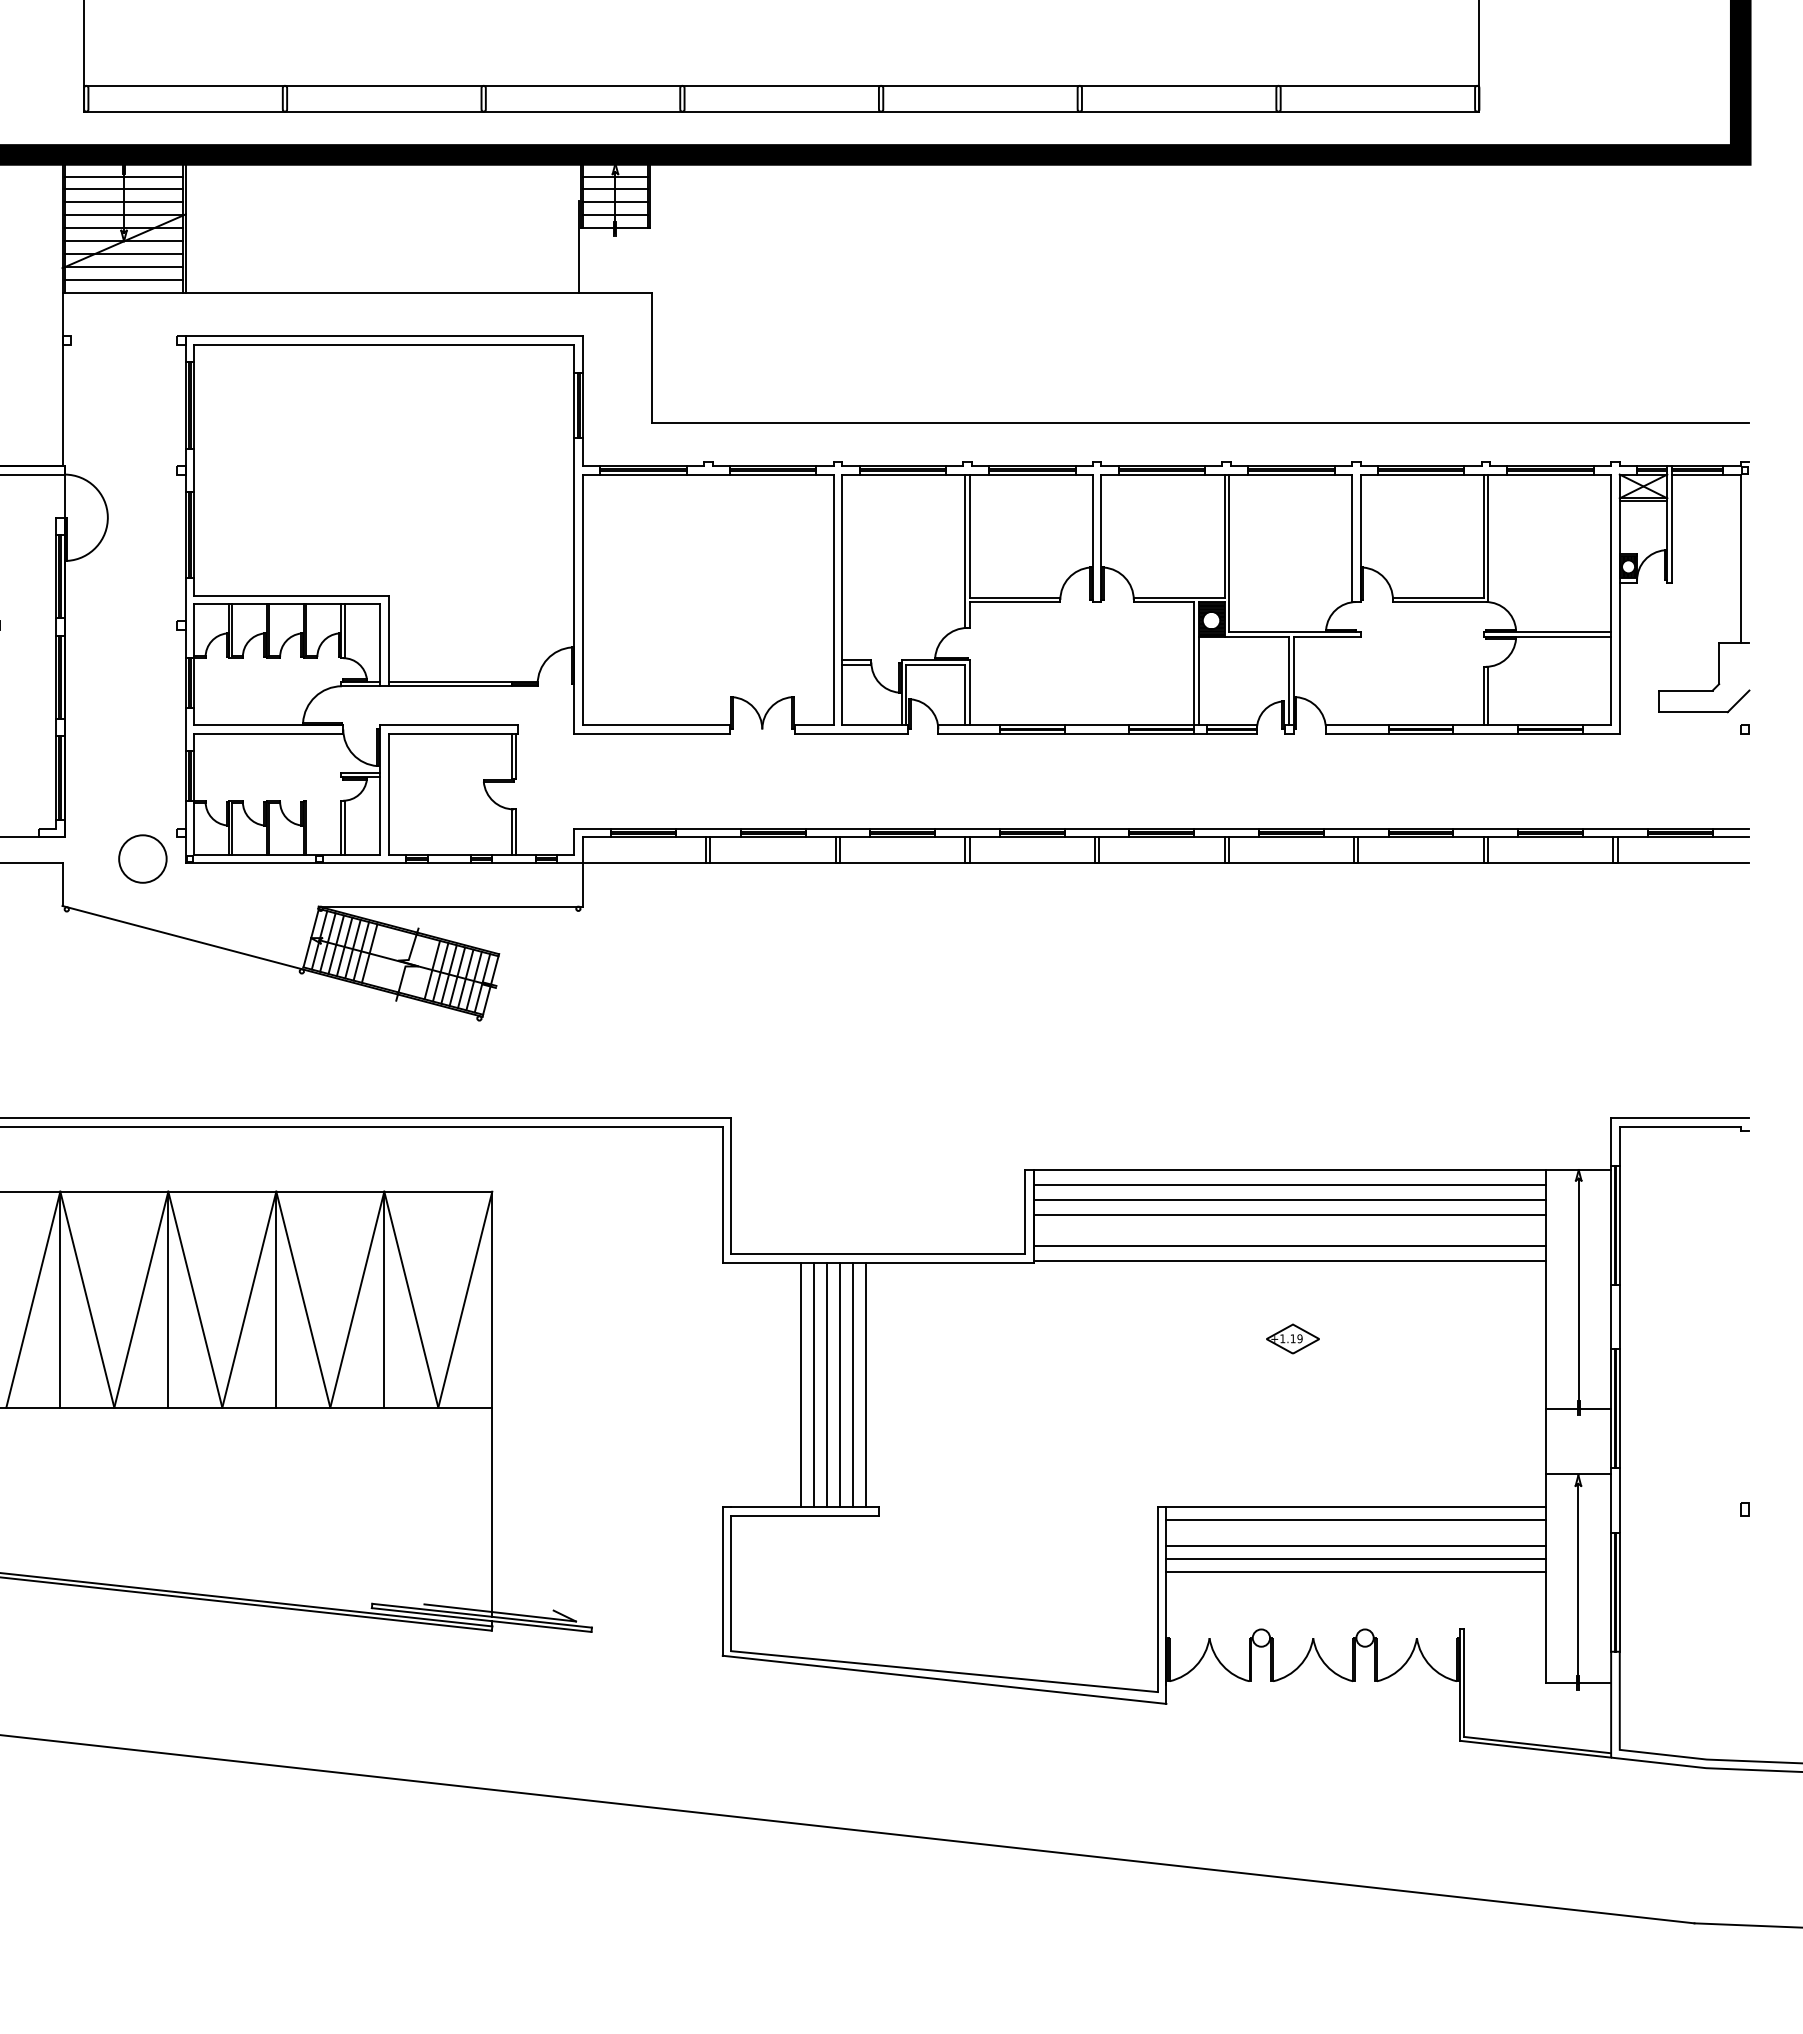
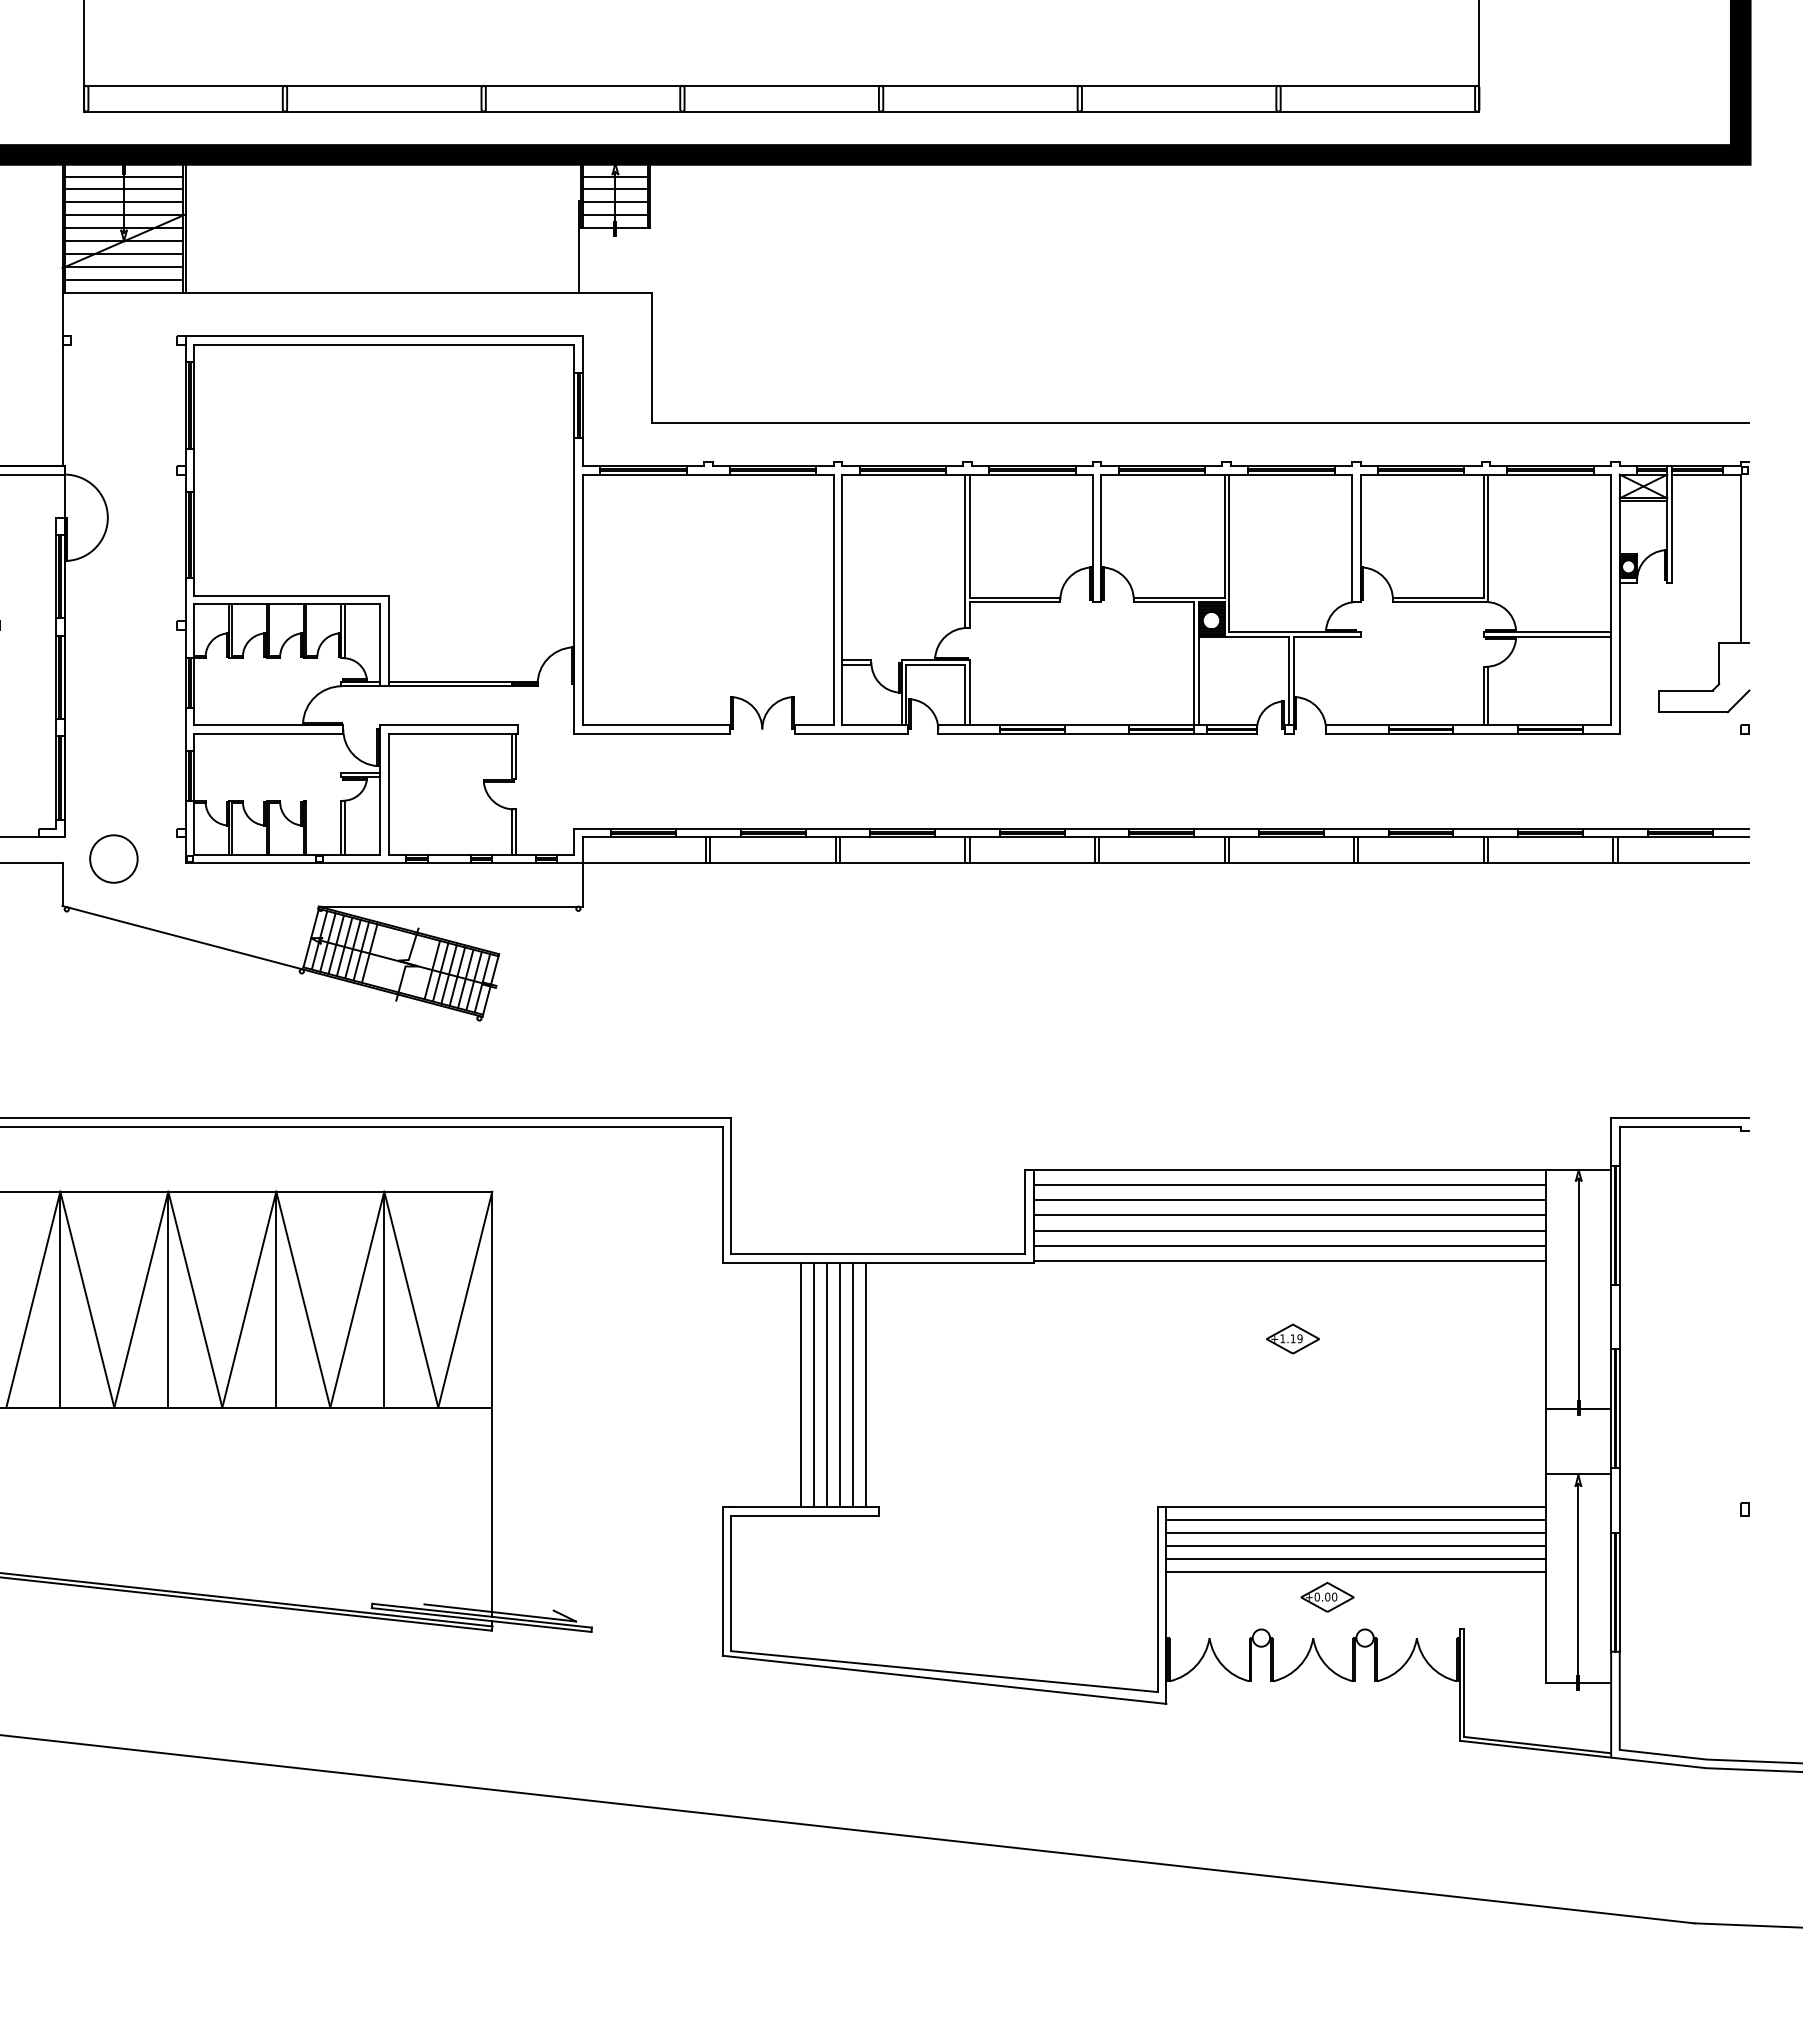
circle at (142, 858) position: (142, 858) -> (113, 858)
line at (1289, 1230): none -> present
line at (1356, 1533): none -> present
part at (1327, 1596): none -> present
